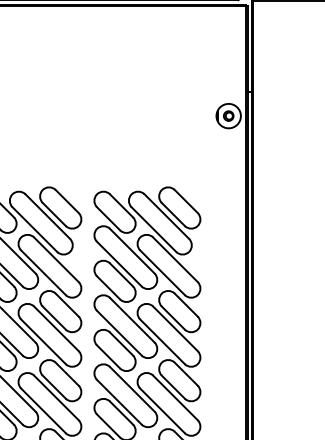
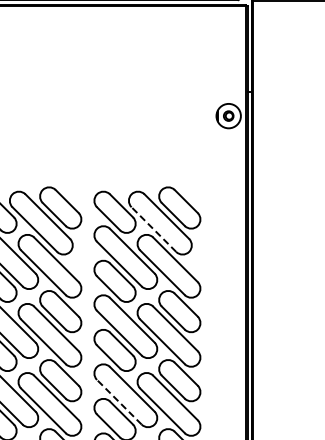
line at (153, 229): solid -> dashed
line at (119, 402): solid -> dashed
